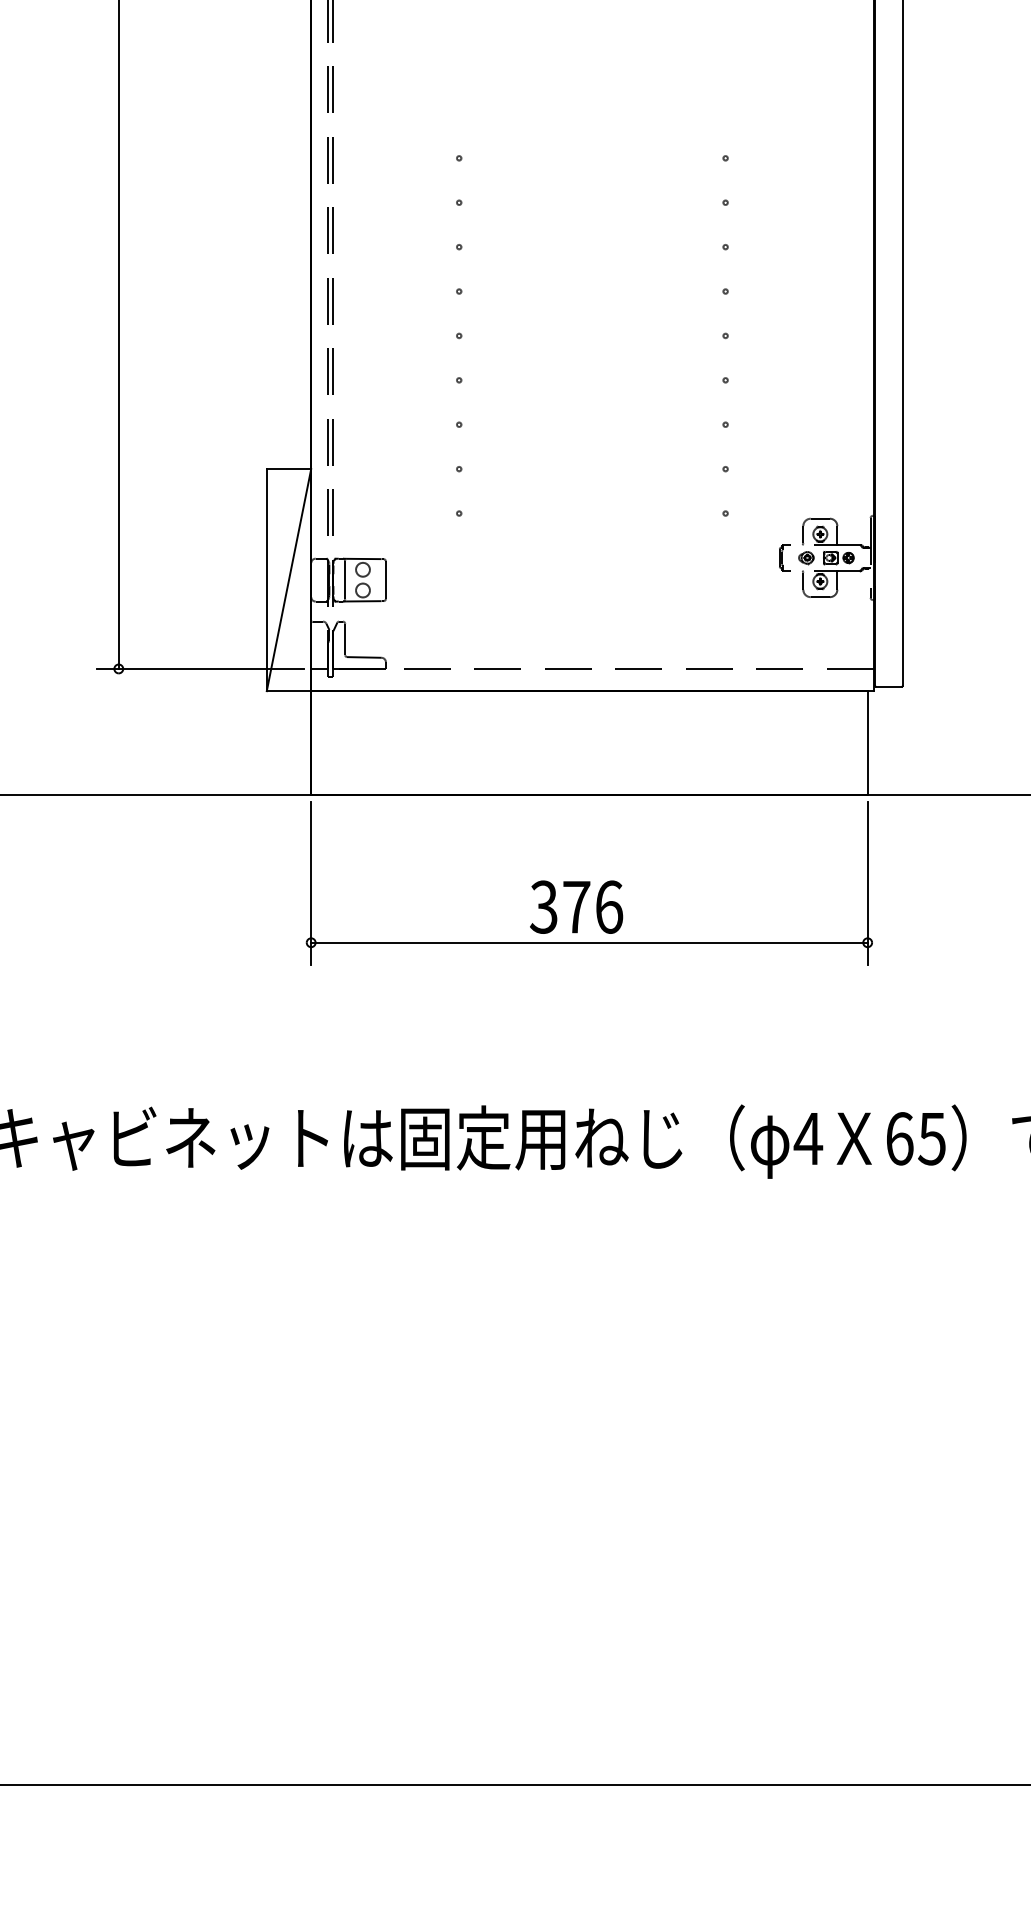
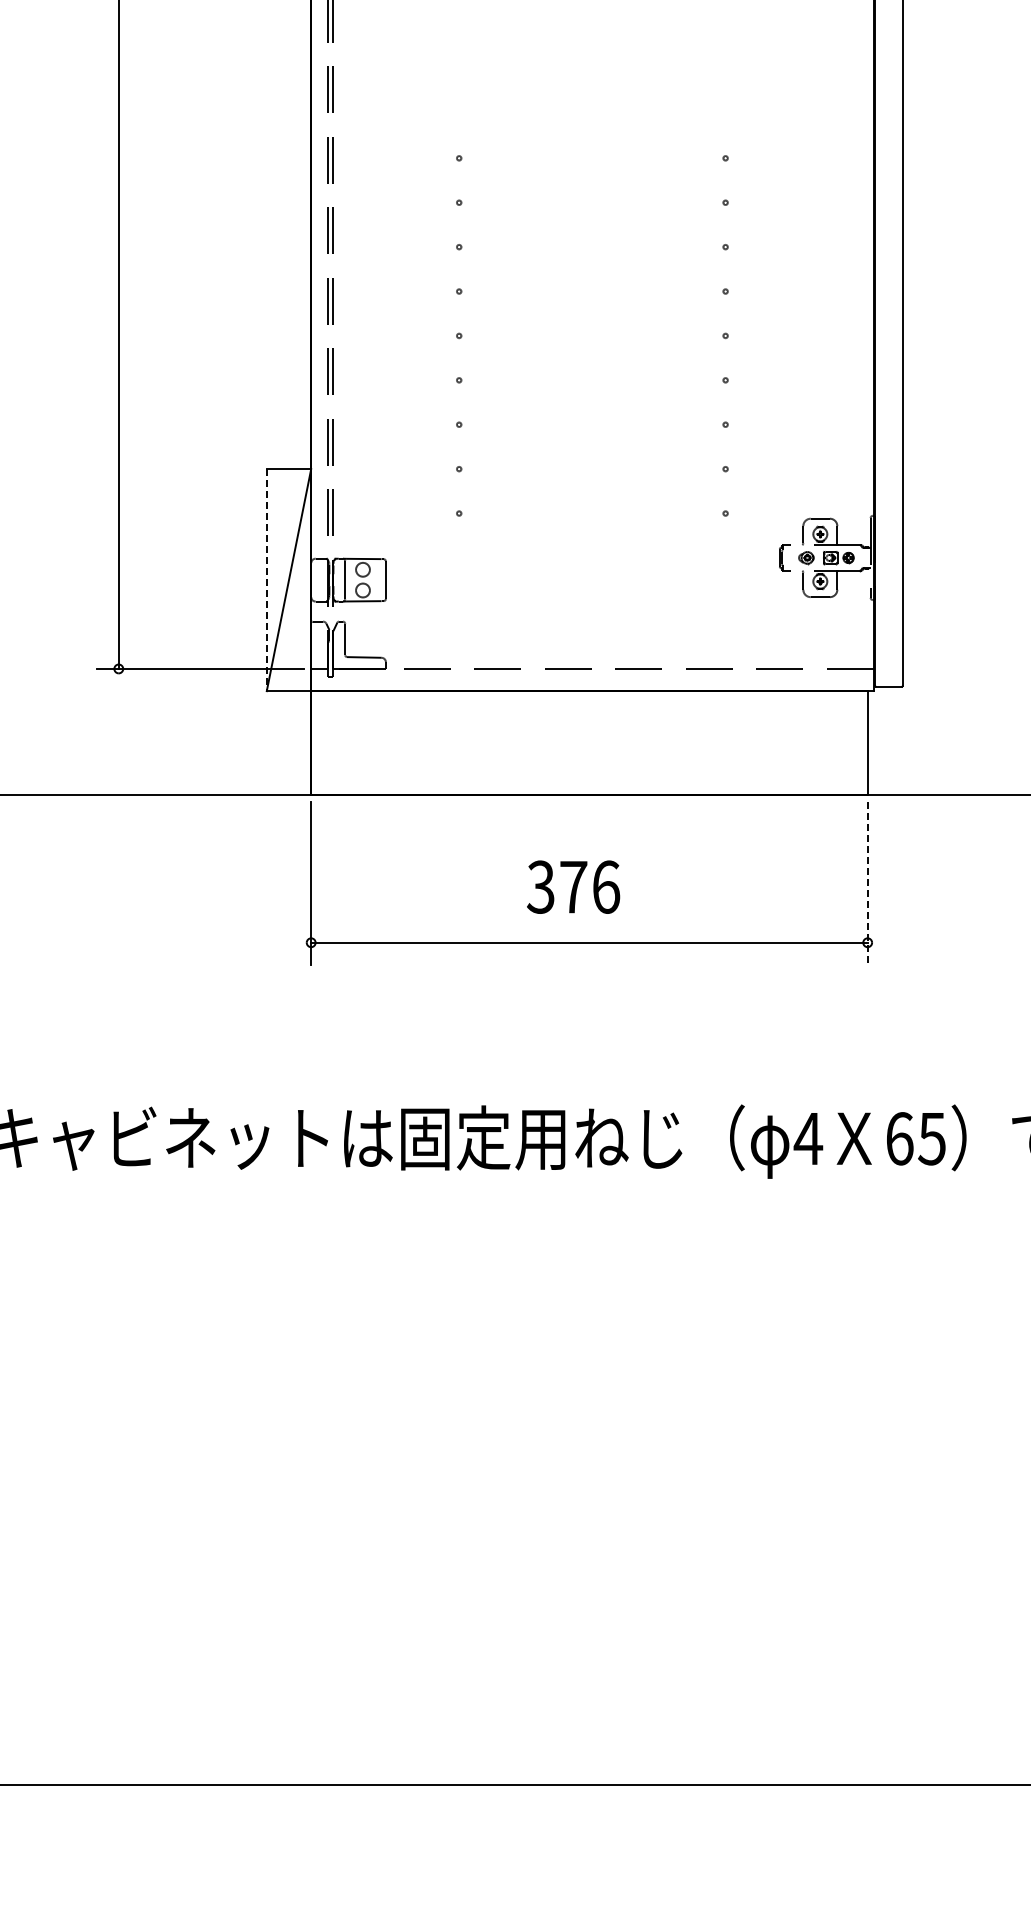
line at (266, 580): solid -> dashed
line at (867, 884): solid -> dashed
text at (576, 906) position: (576, 906) -> (573, 886)
